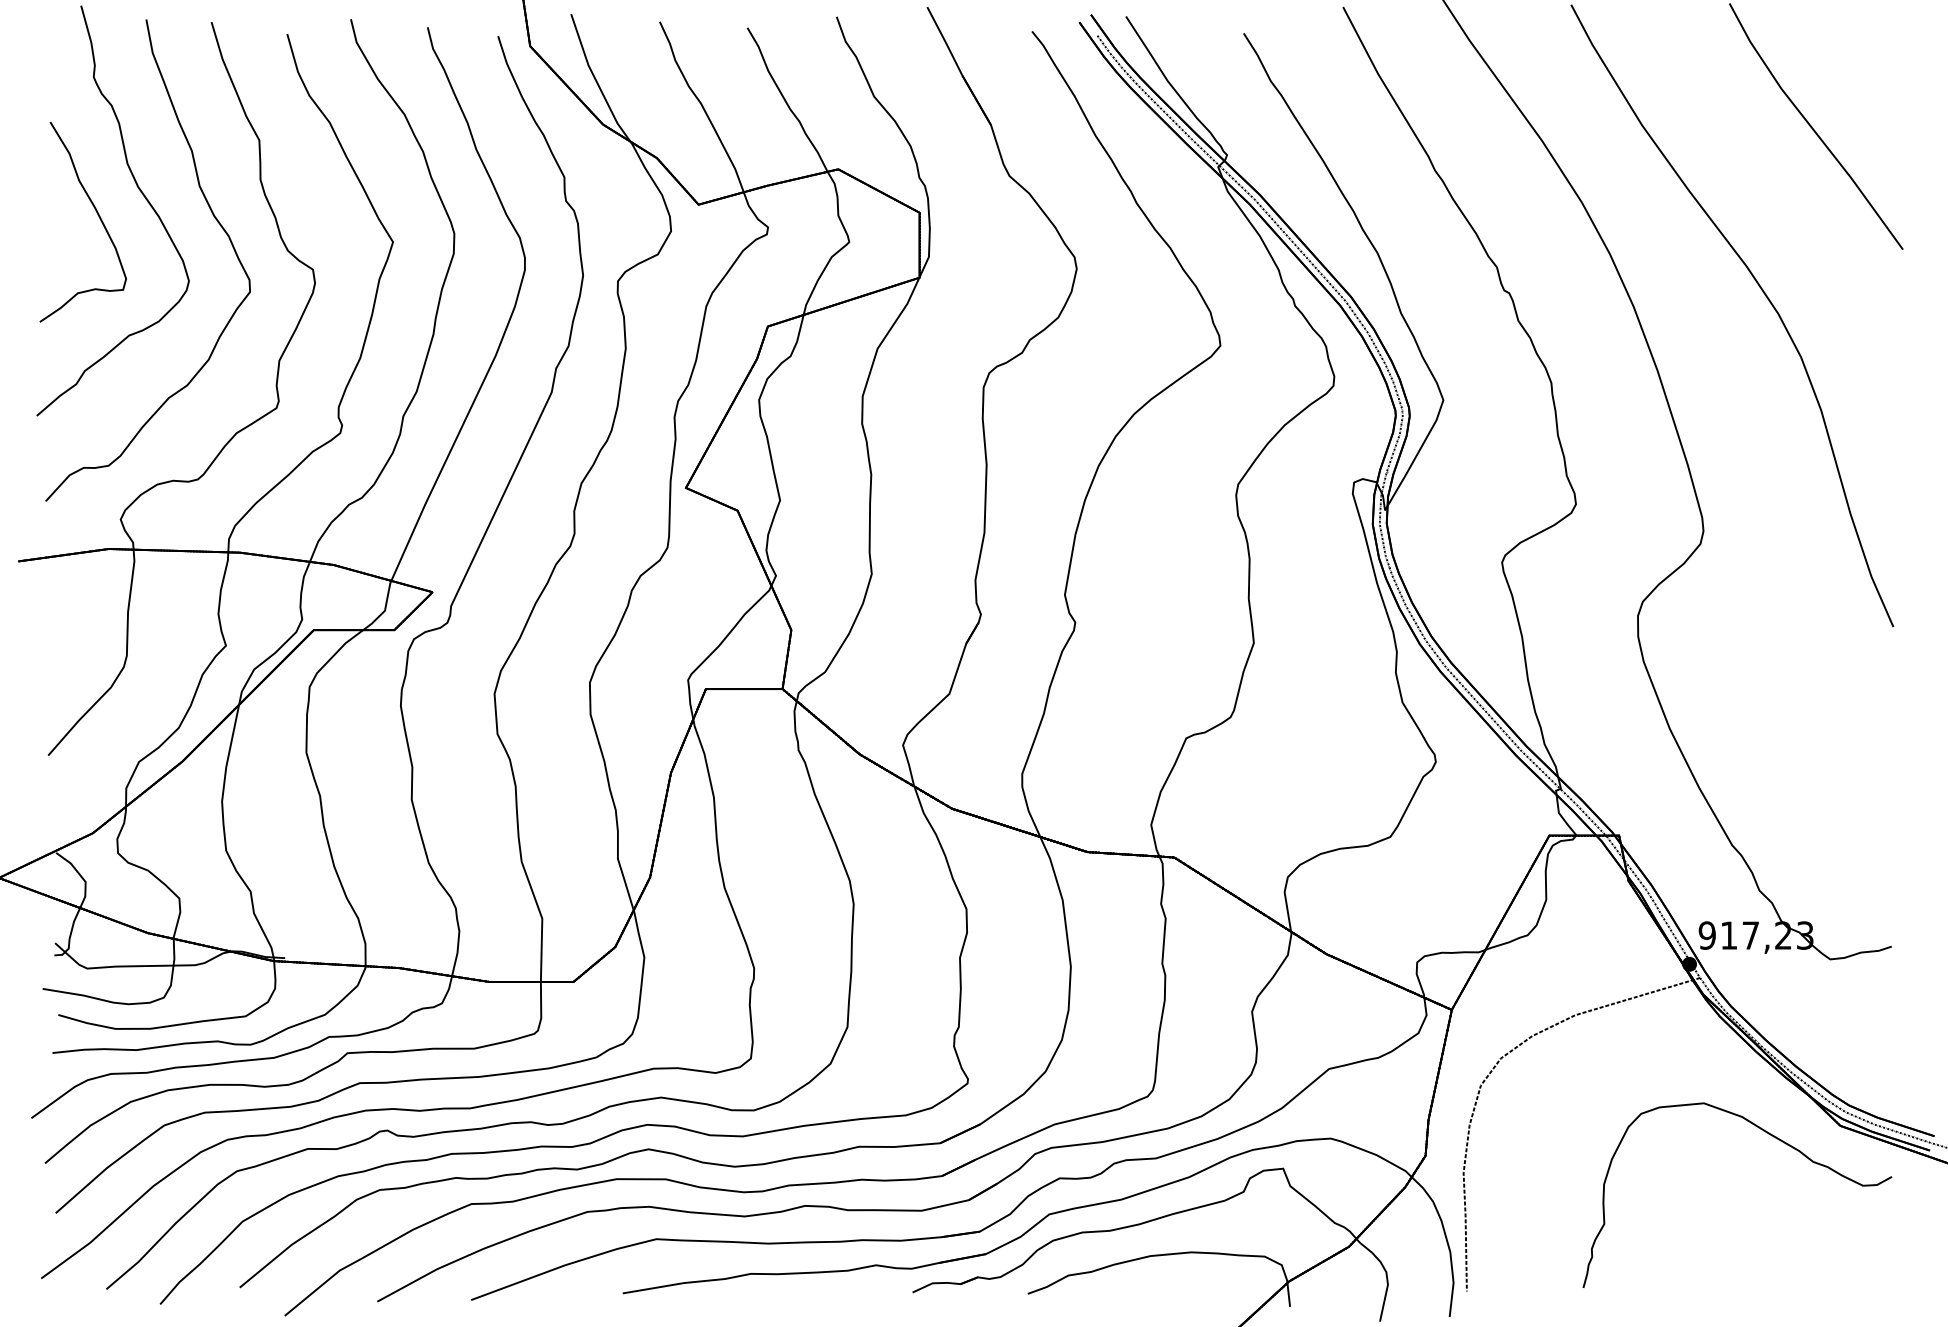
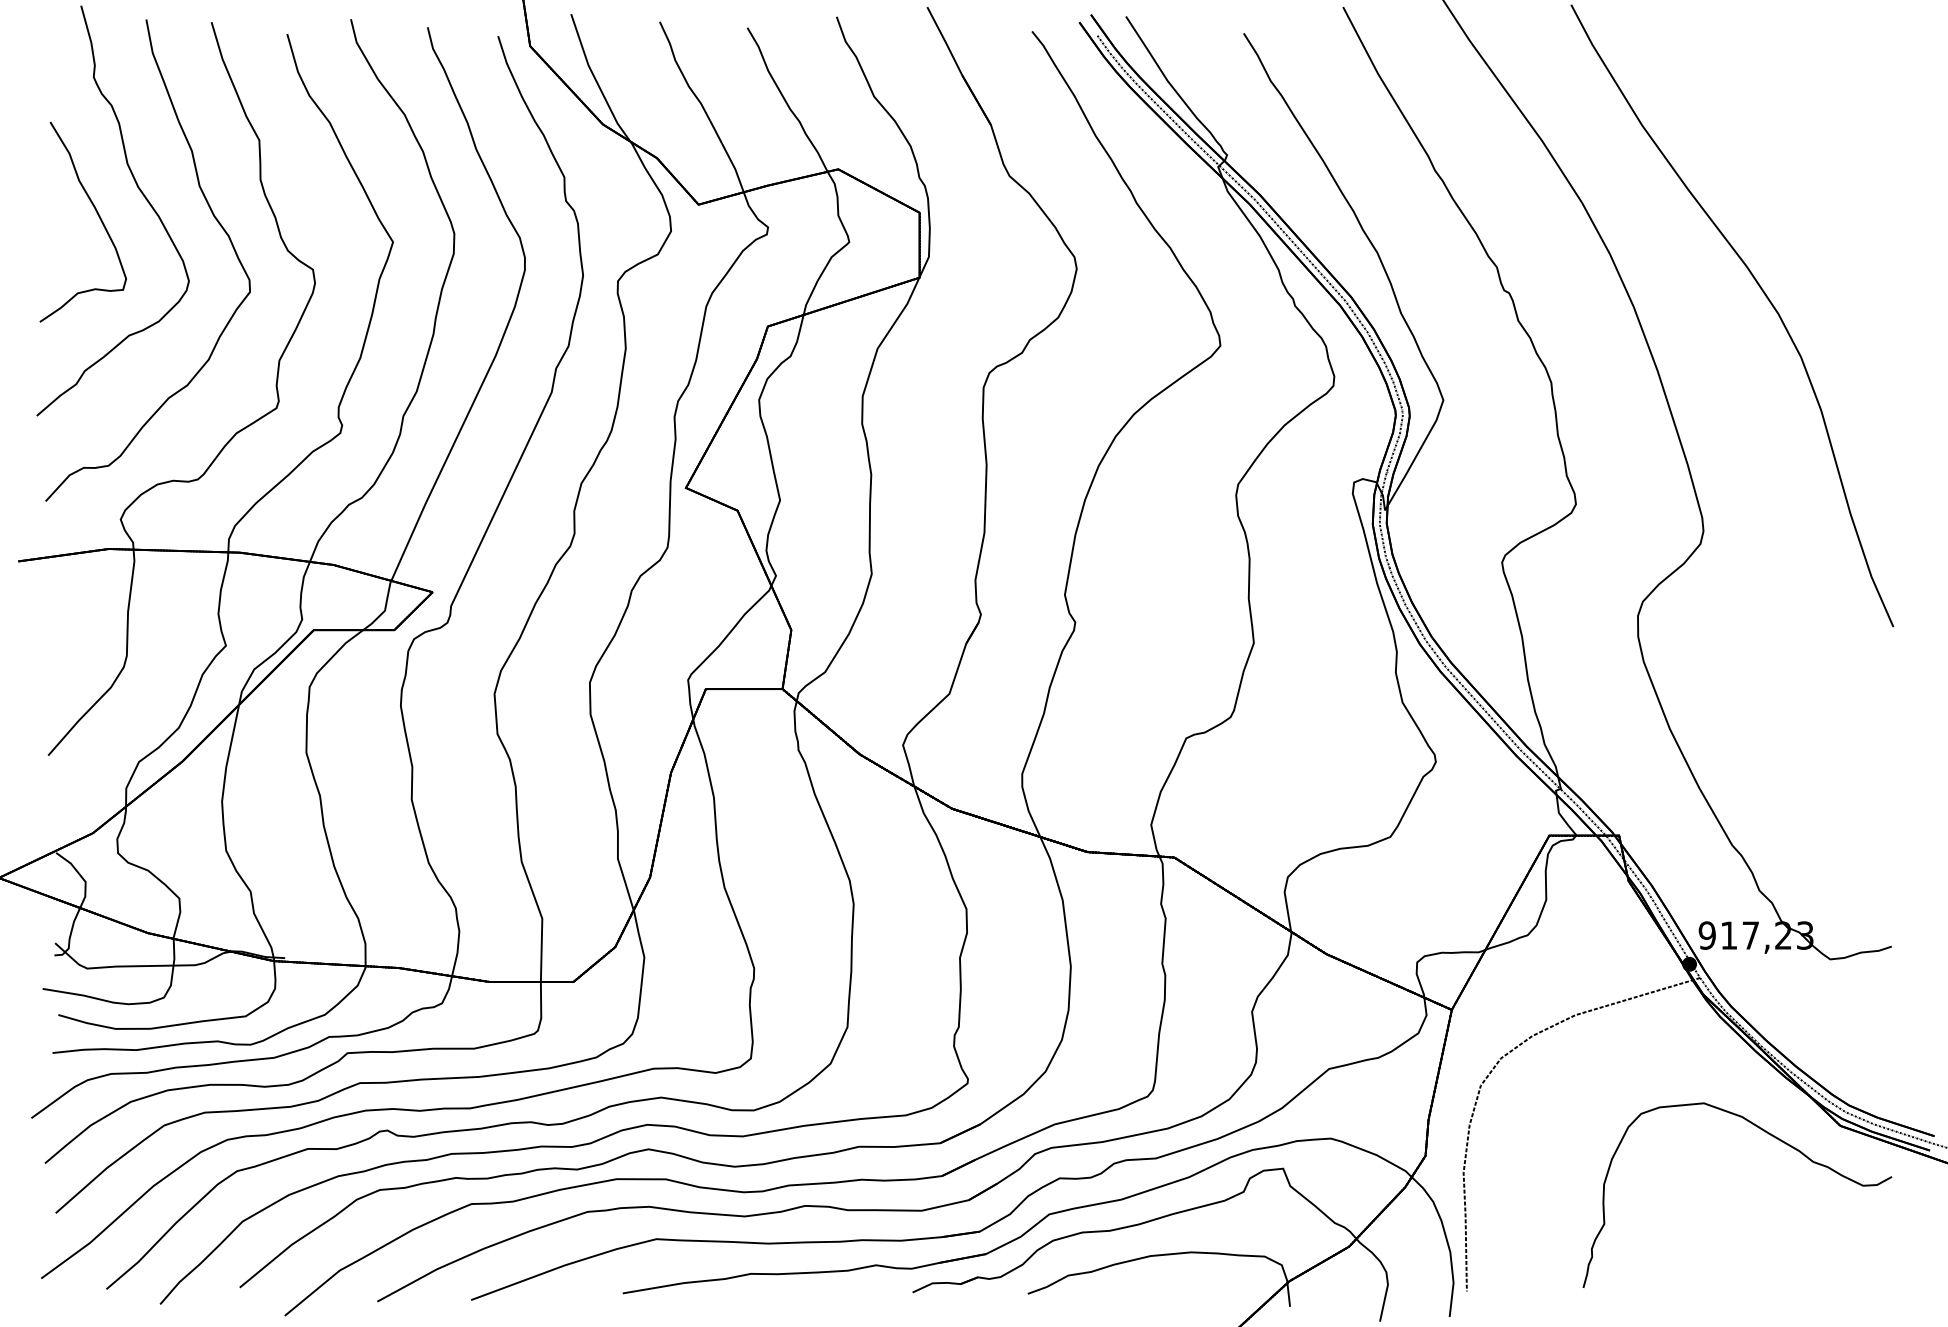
line at (1813, 128): present -> none
